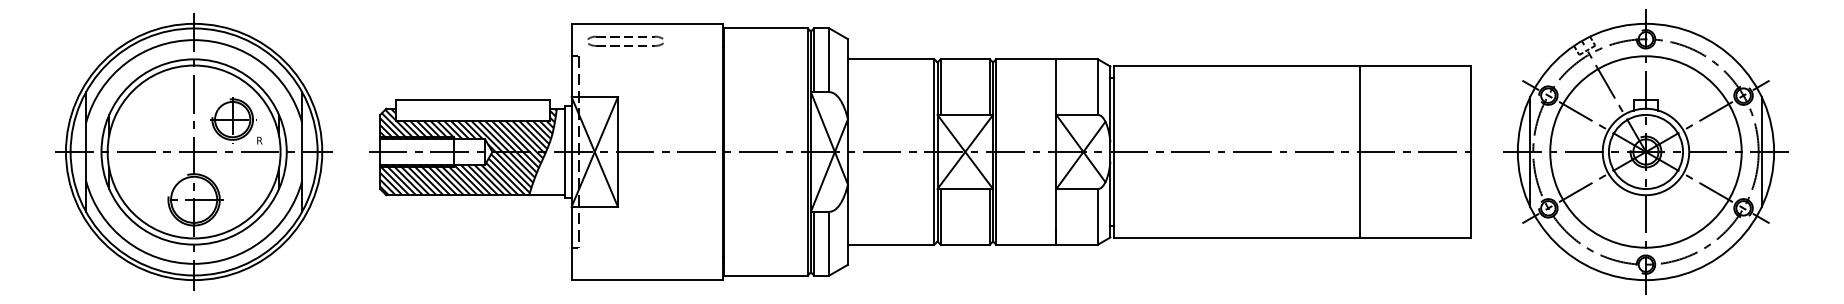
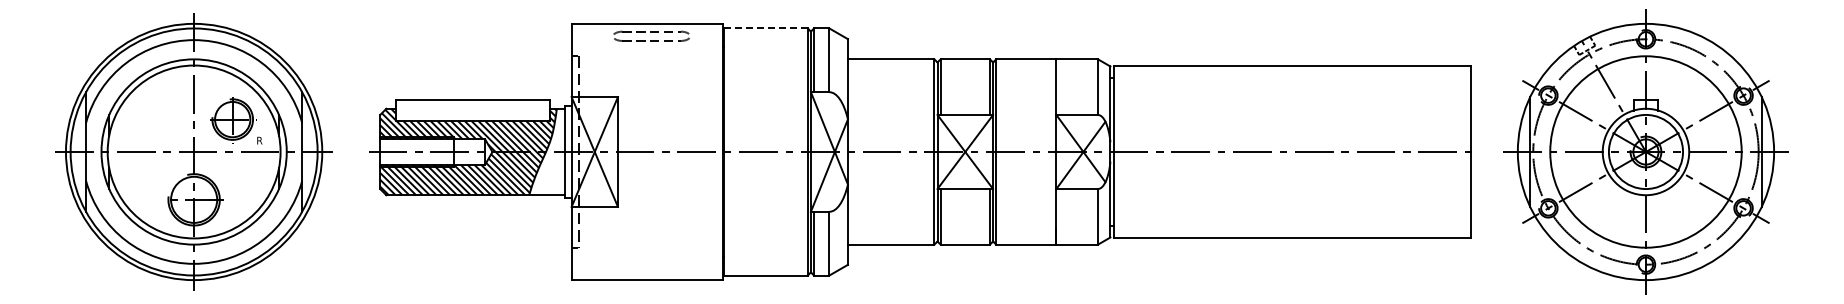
line at (766, 28): solid -> dashed
part at (625, 40) position: (625, 40) -> (651, 35)
line at (1359, 151): present -> none
